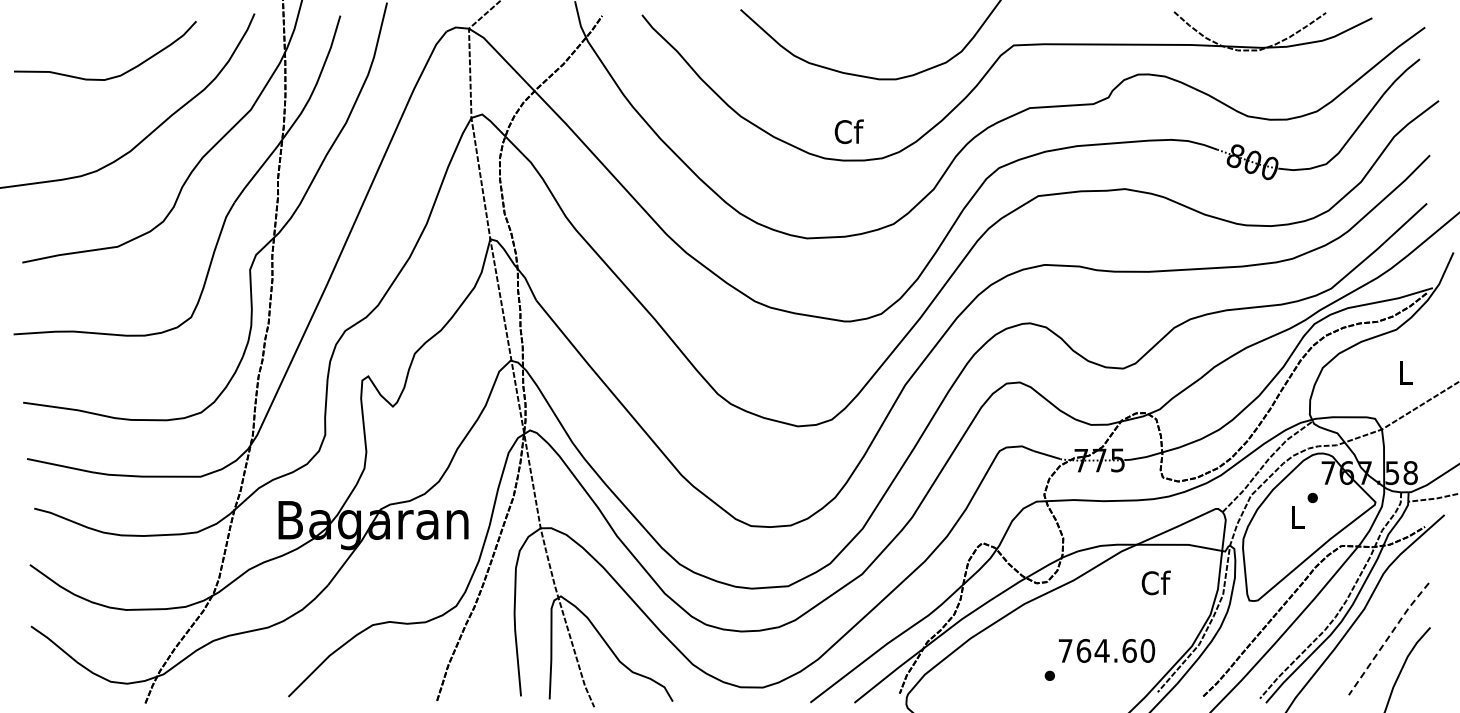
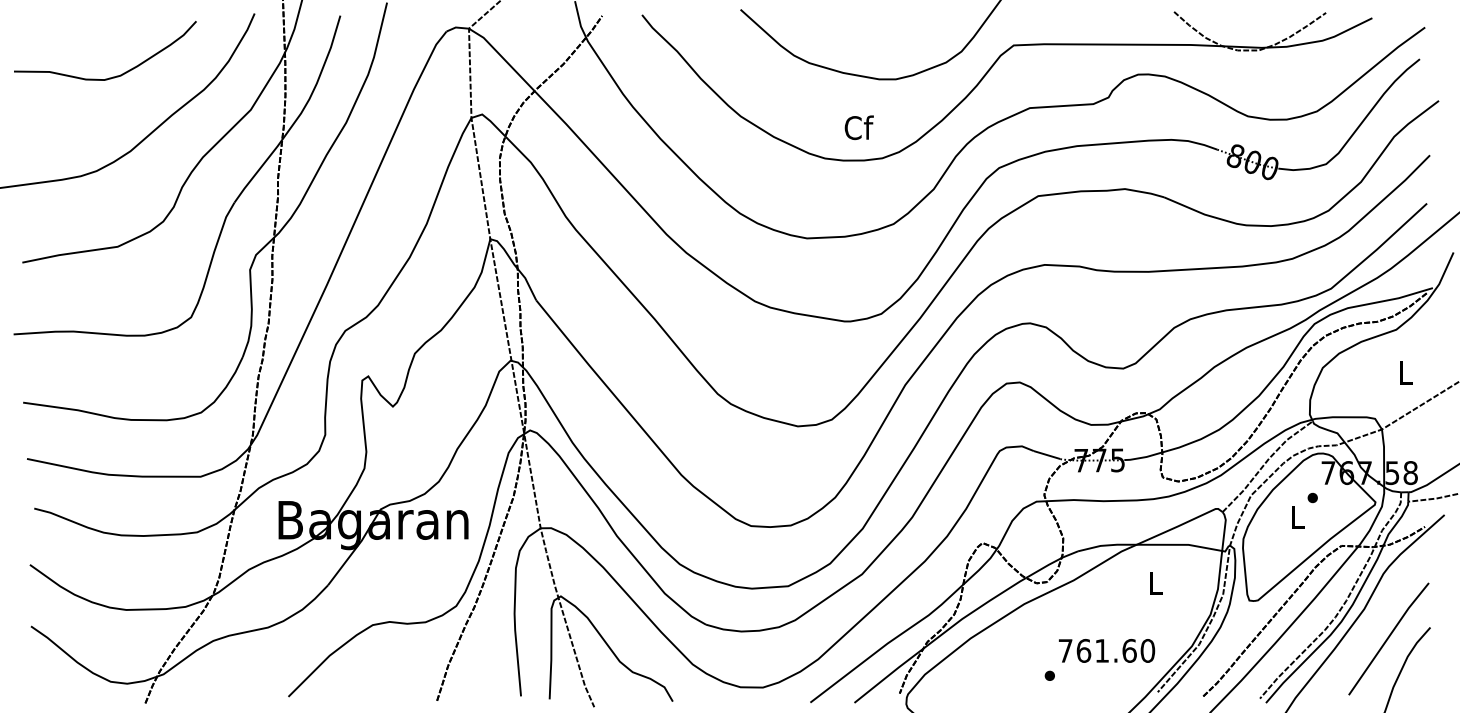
text at (848, 131) position: (848, 131) -> (858, 127)
text at (1155, 582): Cf -> L
line at (1388, 637): dashed -> solid
text at (1101, 650): 764.60 -> 761.60
